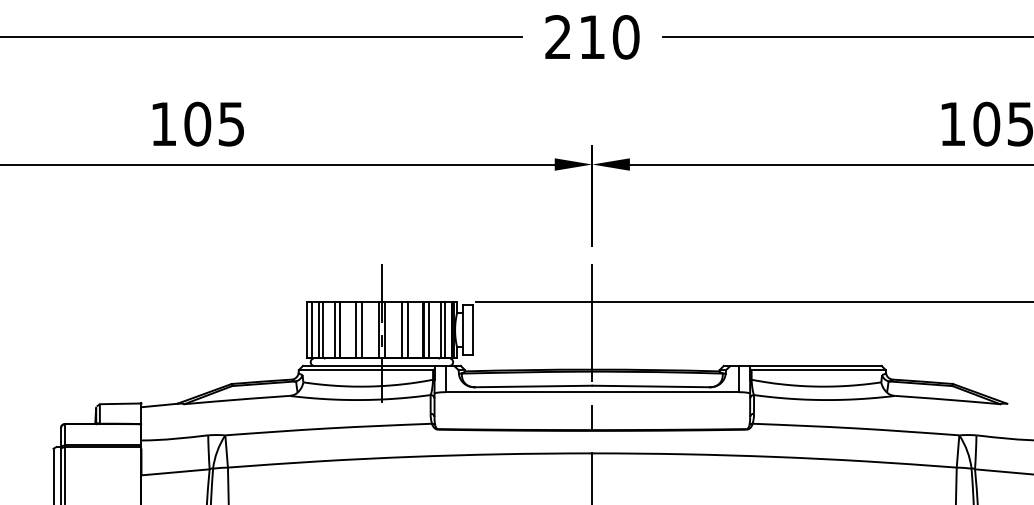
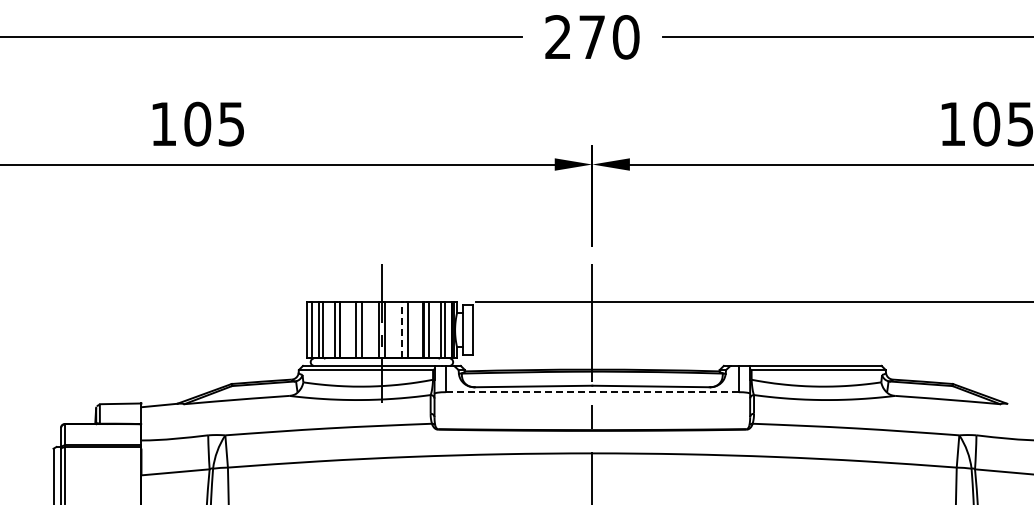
text at (591, 36): 210 -> 270
line at (402, 329): solid -> dashed
line at (592, 392): solid -> dashed
